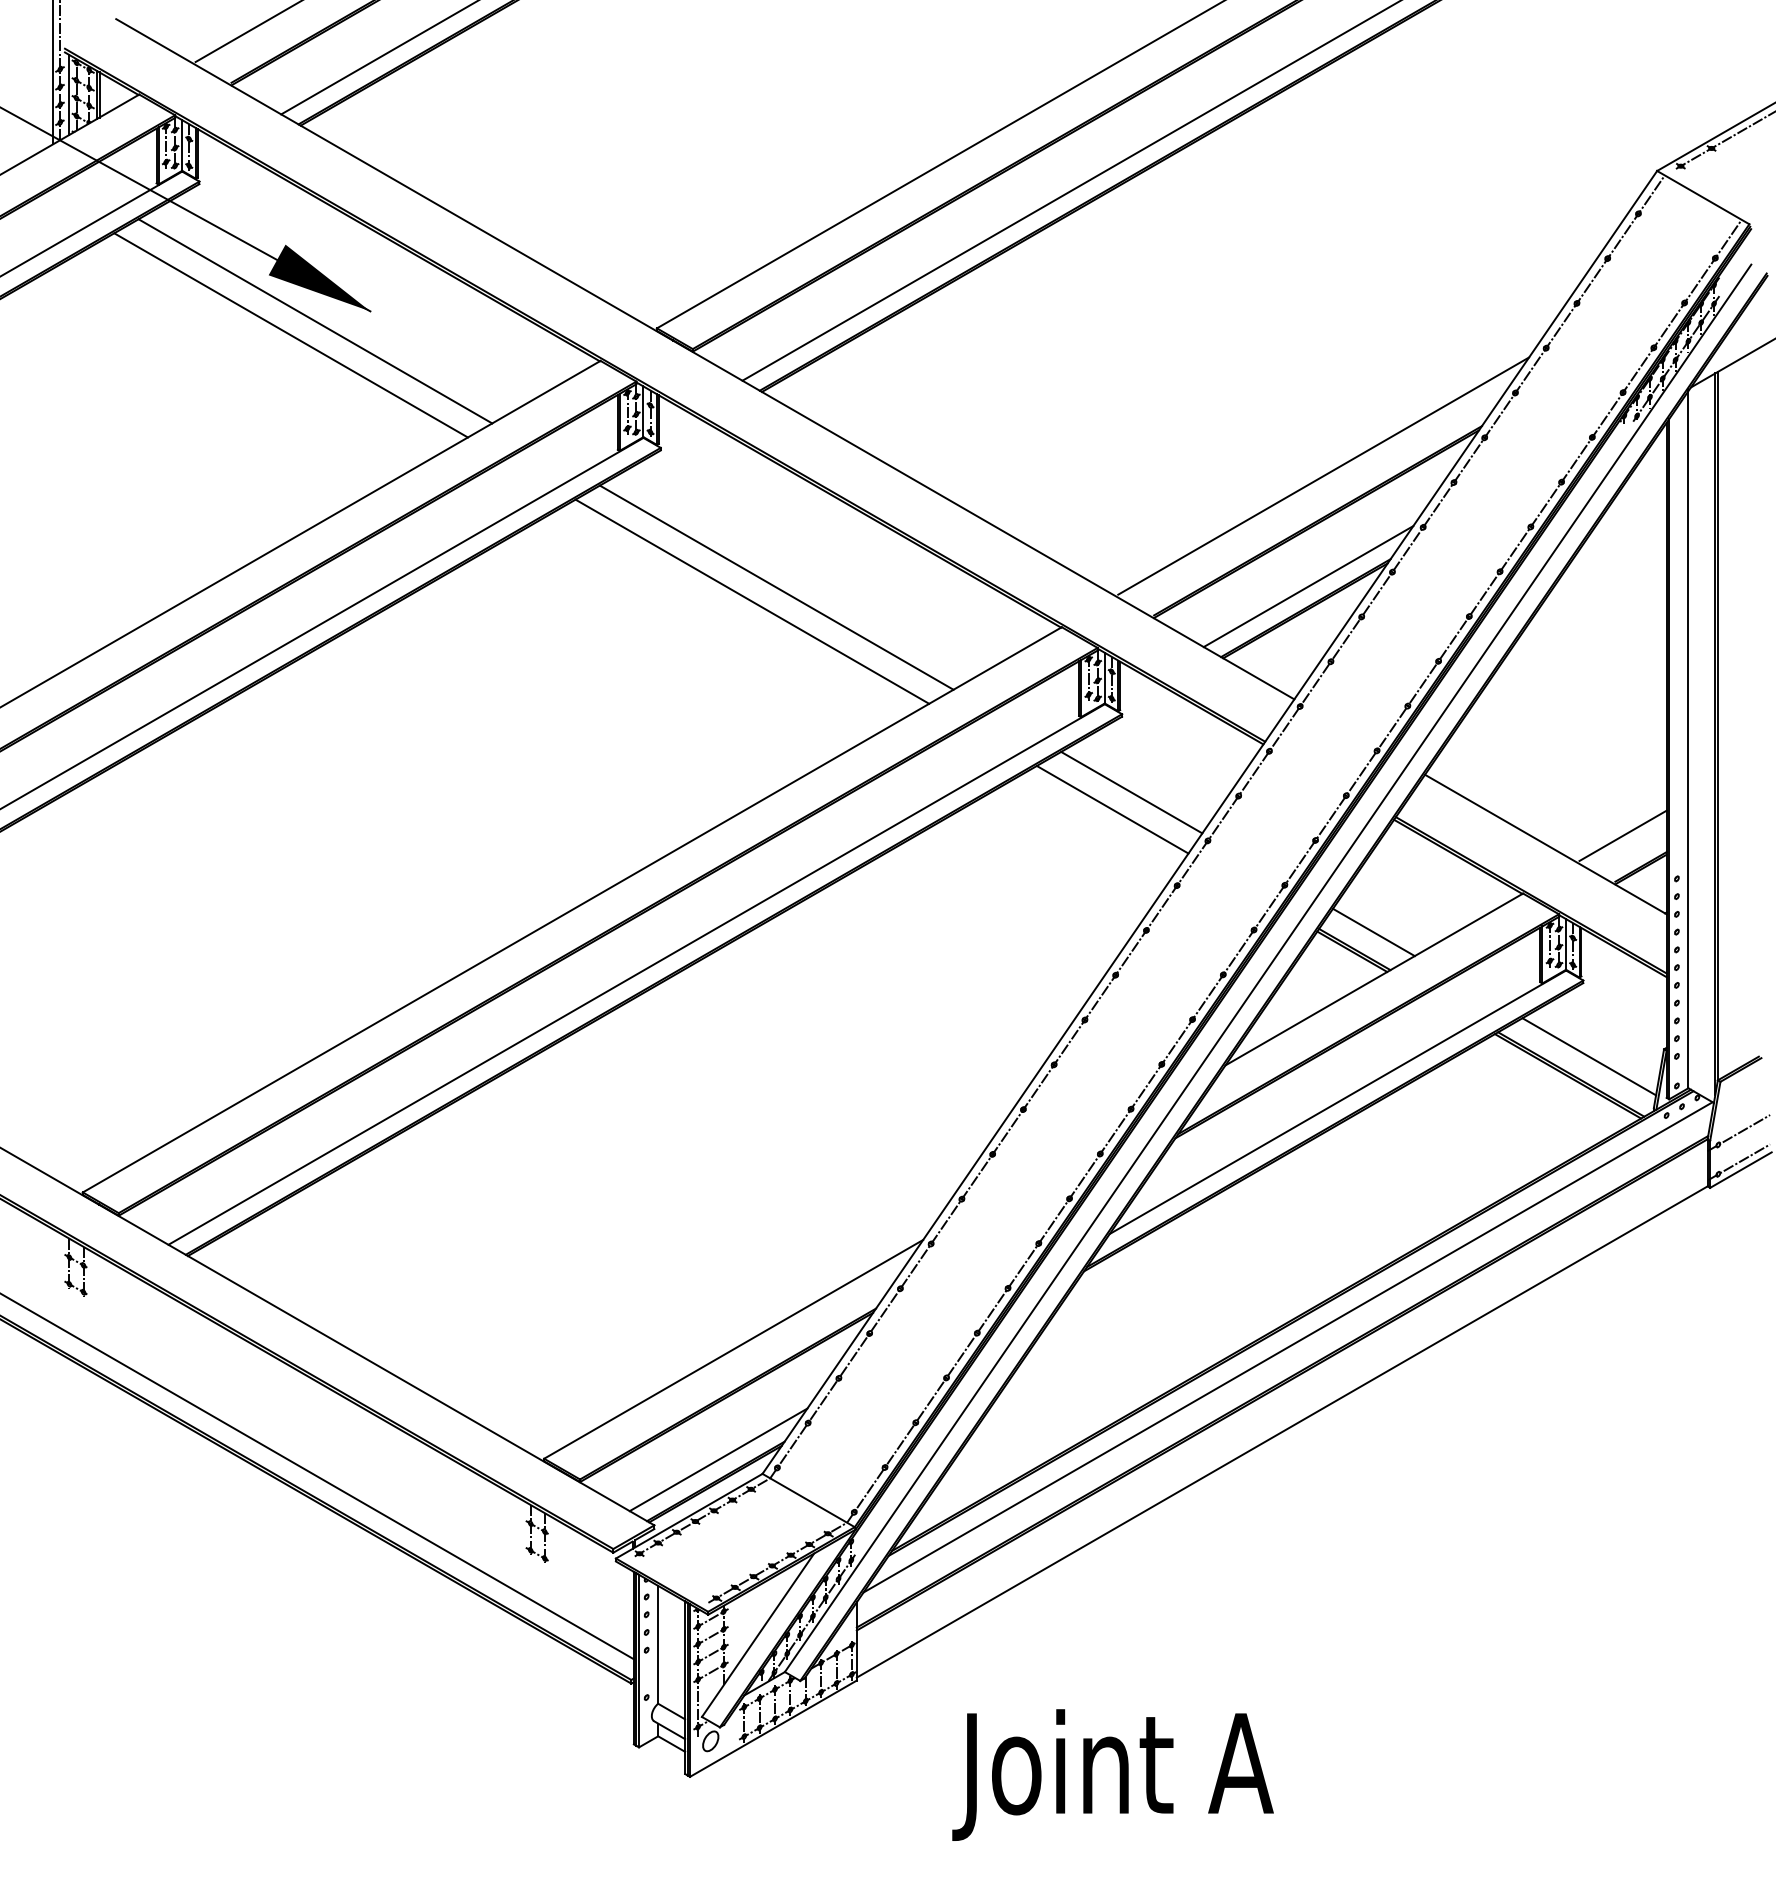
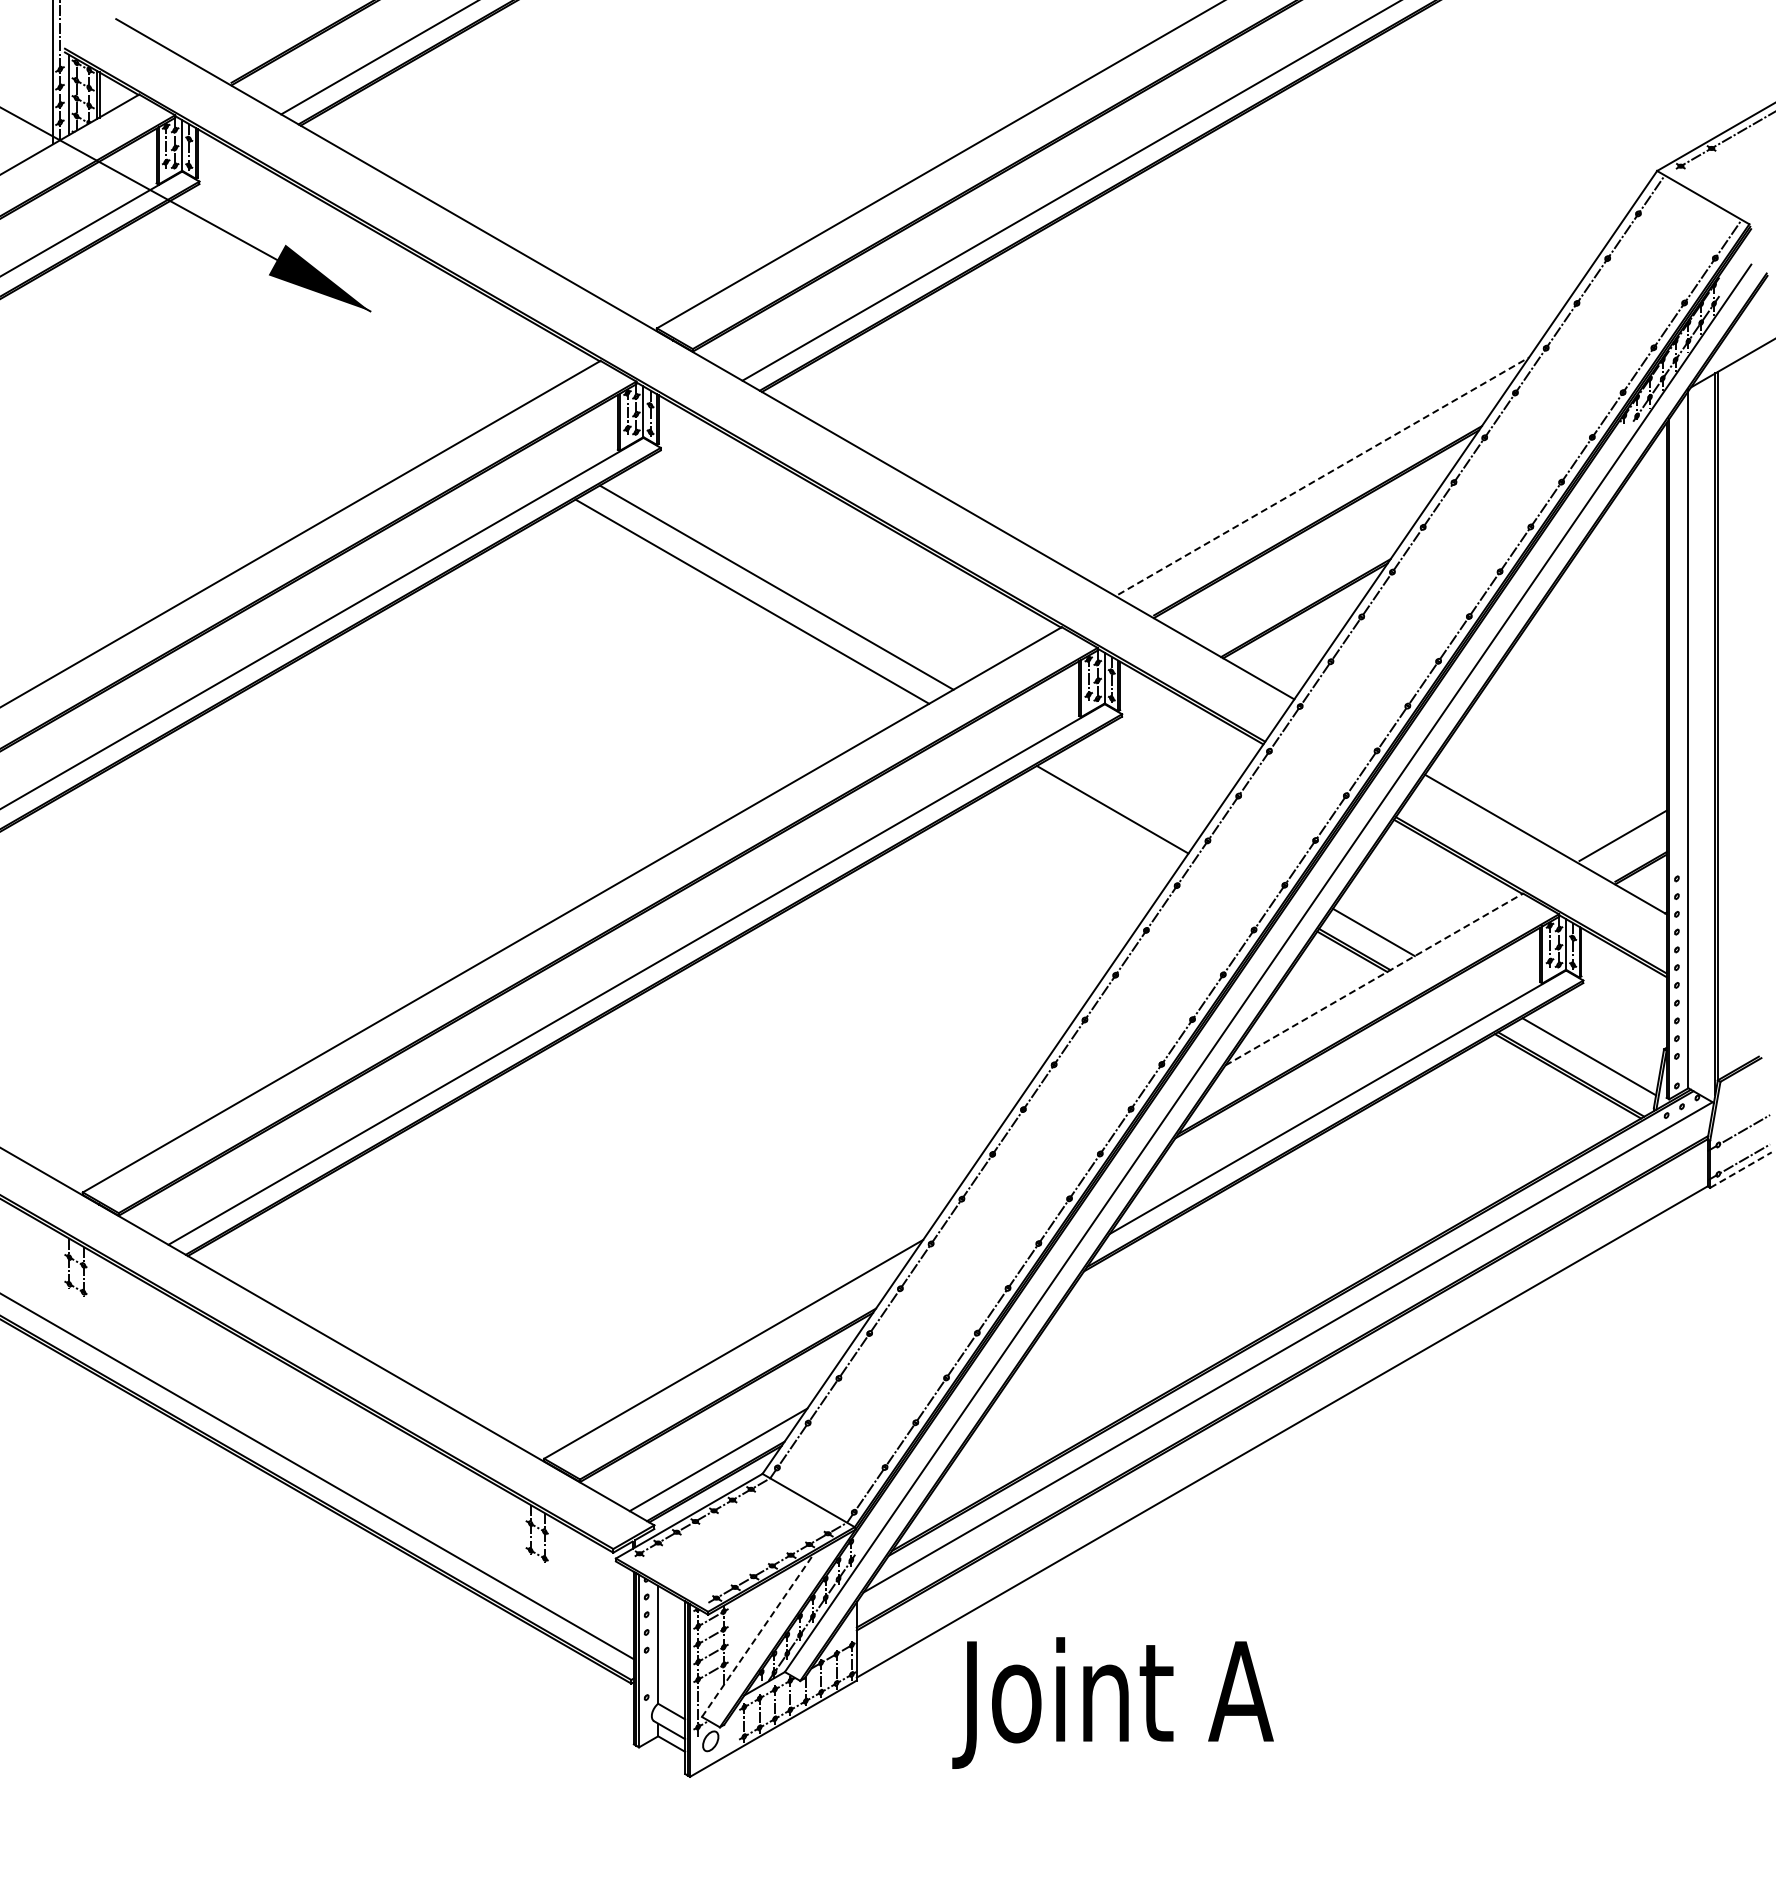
line at (247, 32): present -> none
line at (315, 321): present -> none
line at (290, 335): present -> none
line at (1324, 475): solid -> dashed
line at (1308, 586): present -> none
line at (1131, 792): present -> none
line at (1374, 979): solid -> dashed
line at (1740, 1170): solid -> dashed
line at (758, 1634): solid -> dashed
text at (1112, 1774) position: (1112, 1774) -> (1112, 1702)
